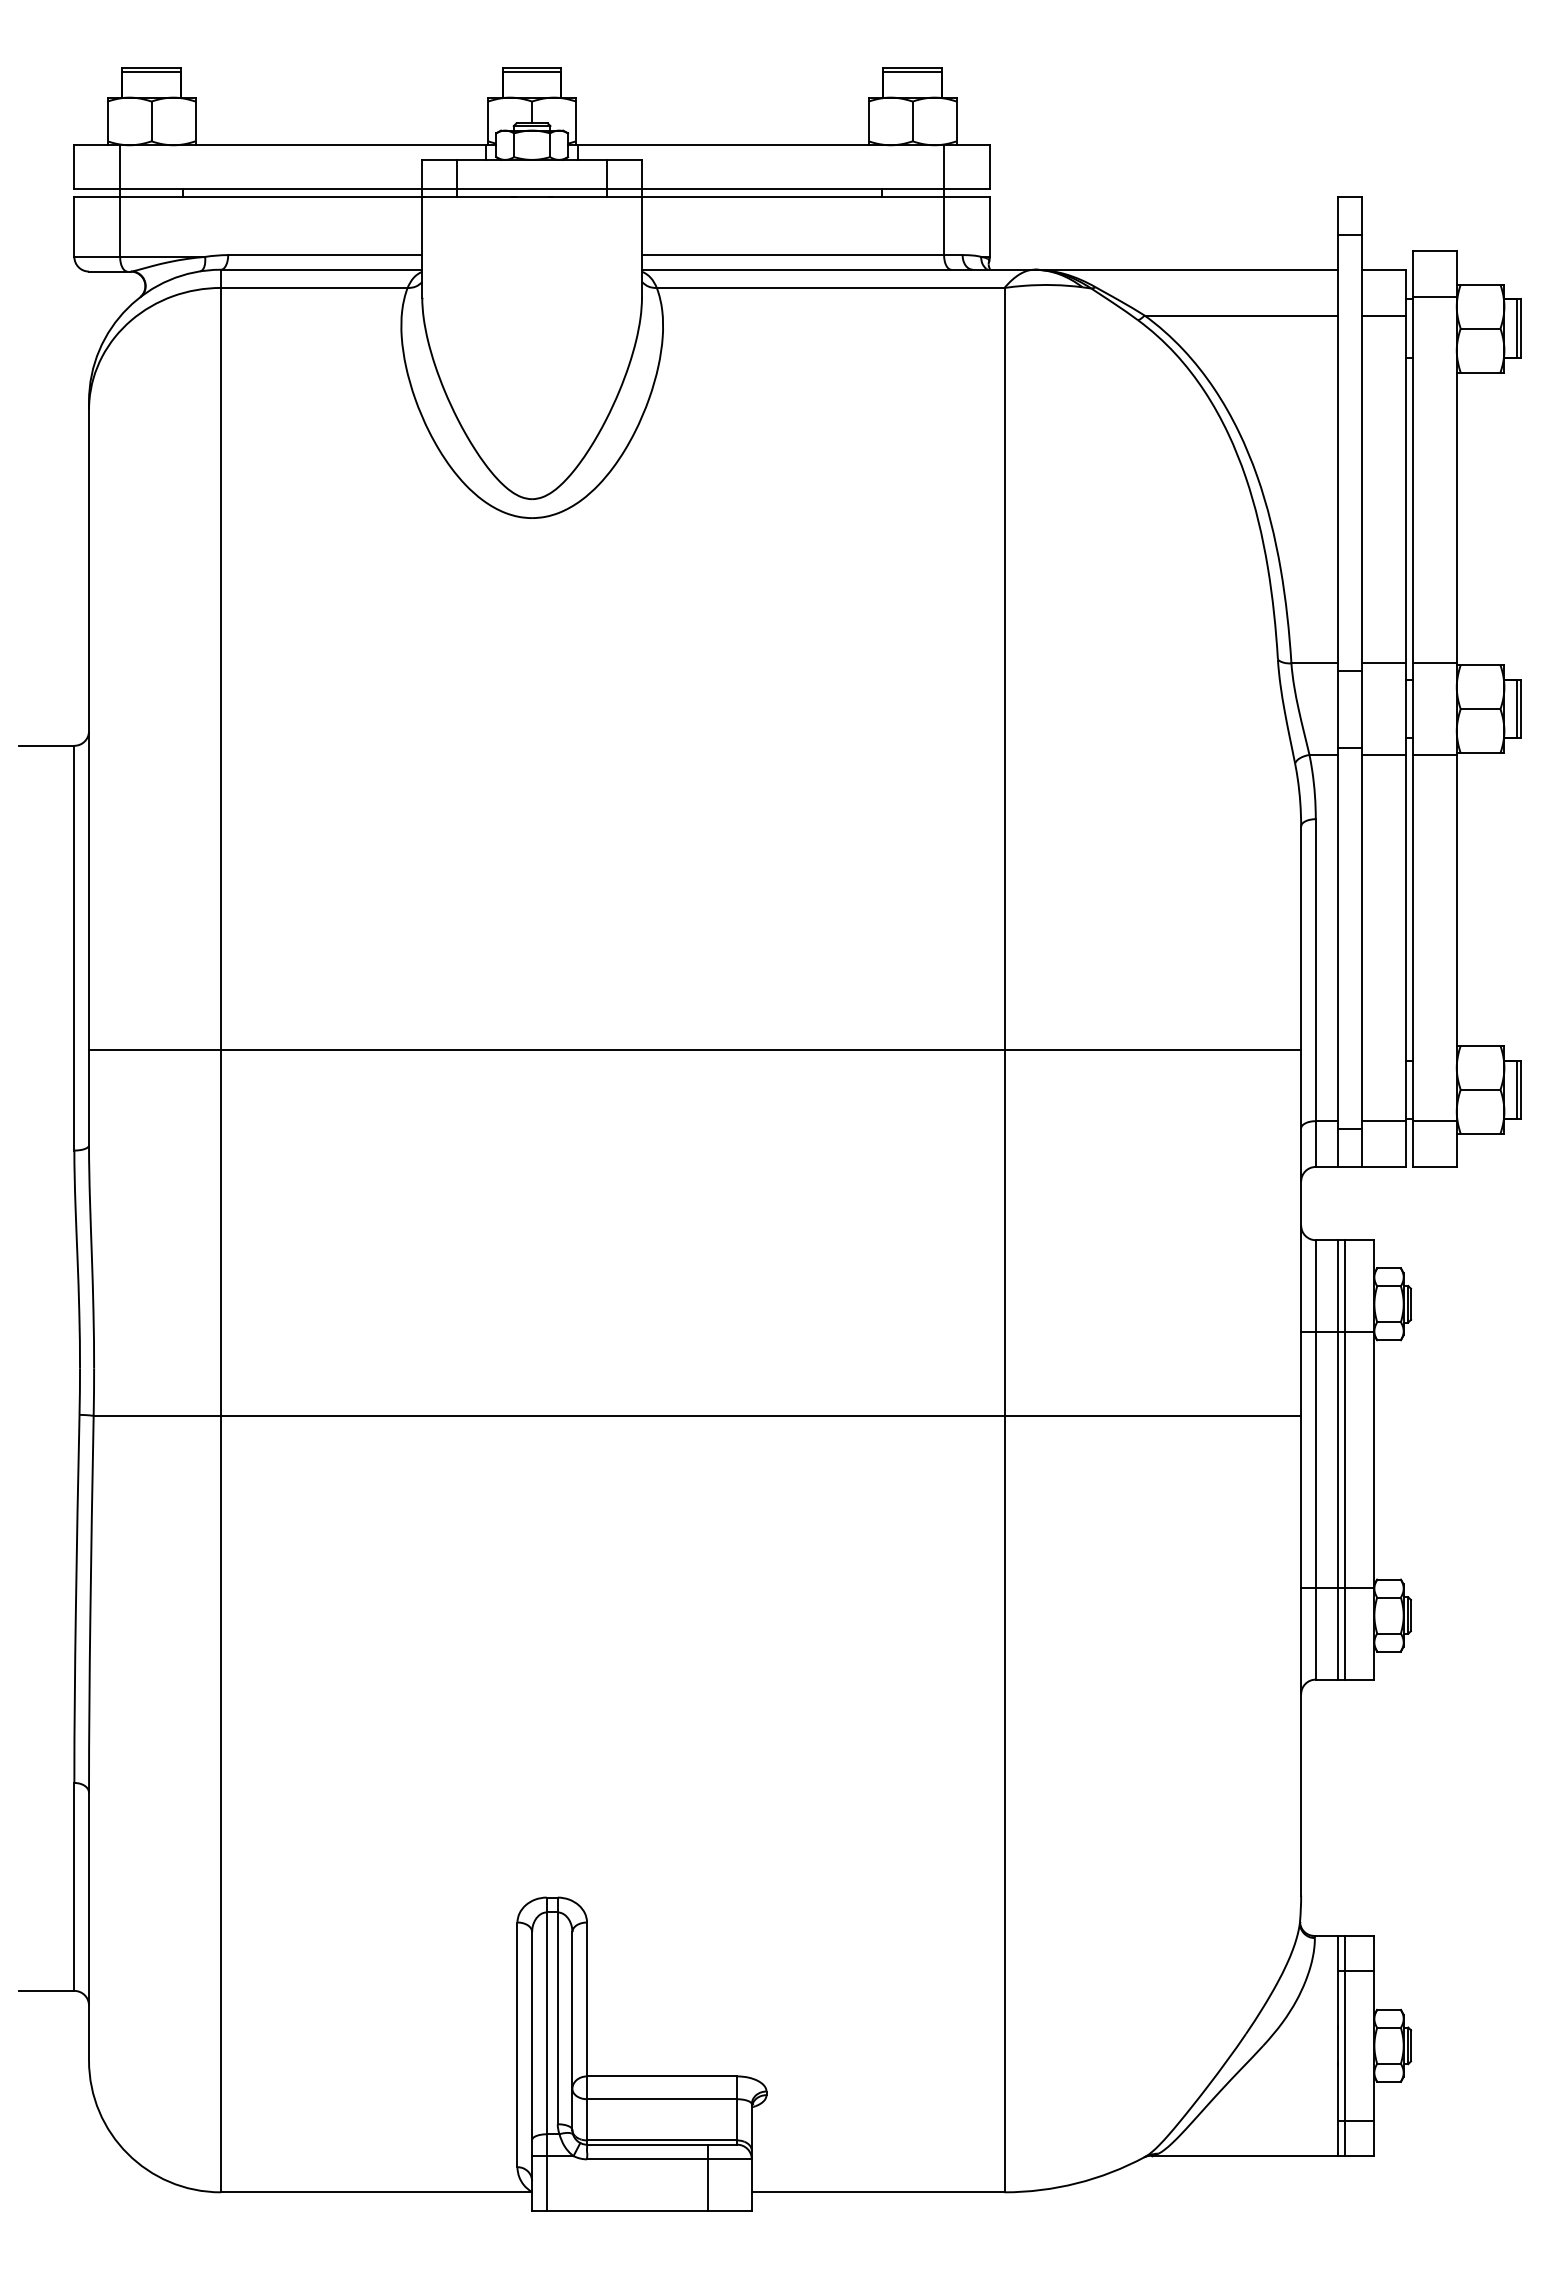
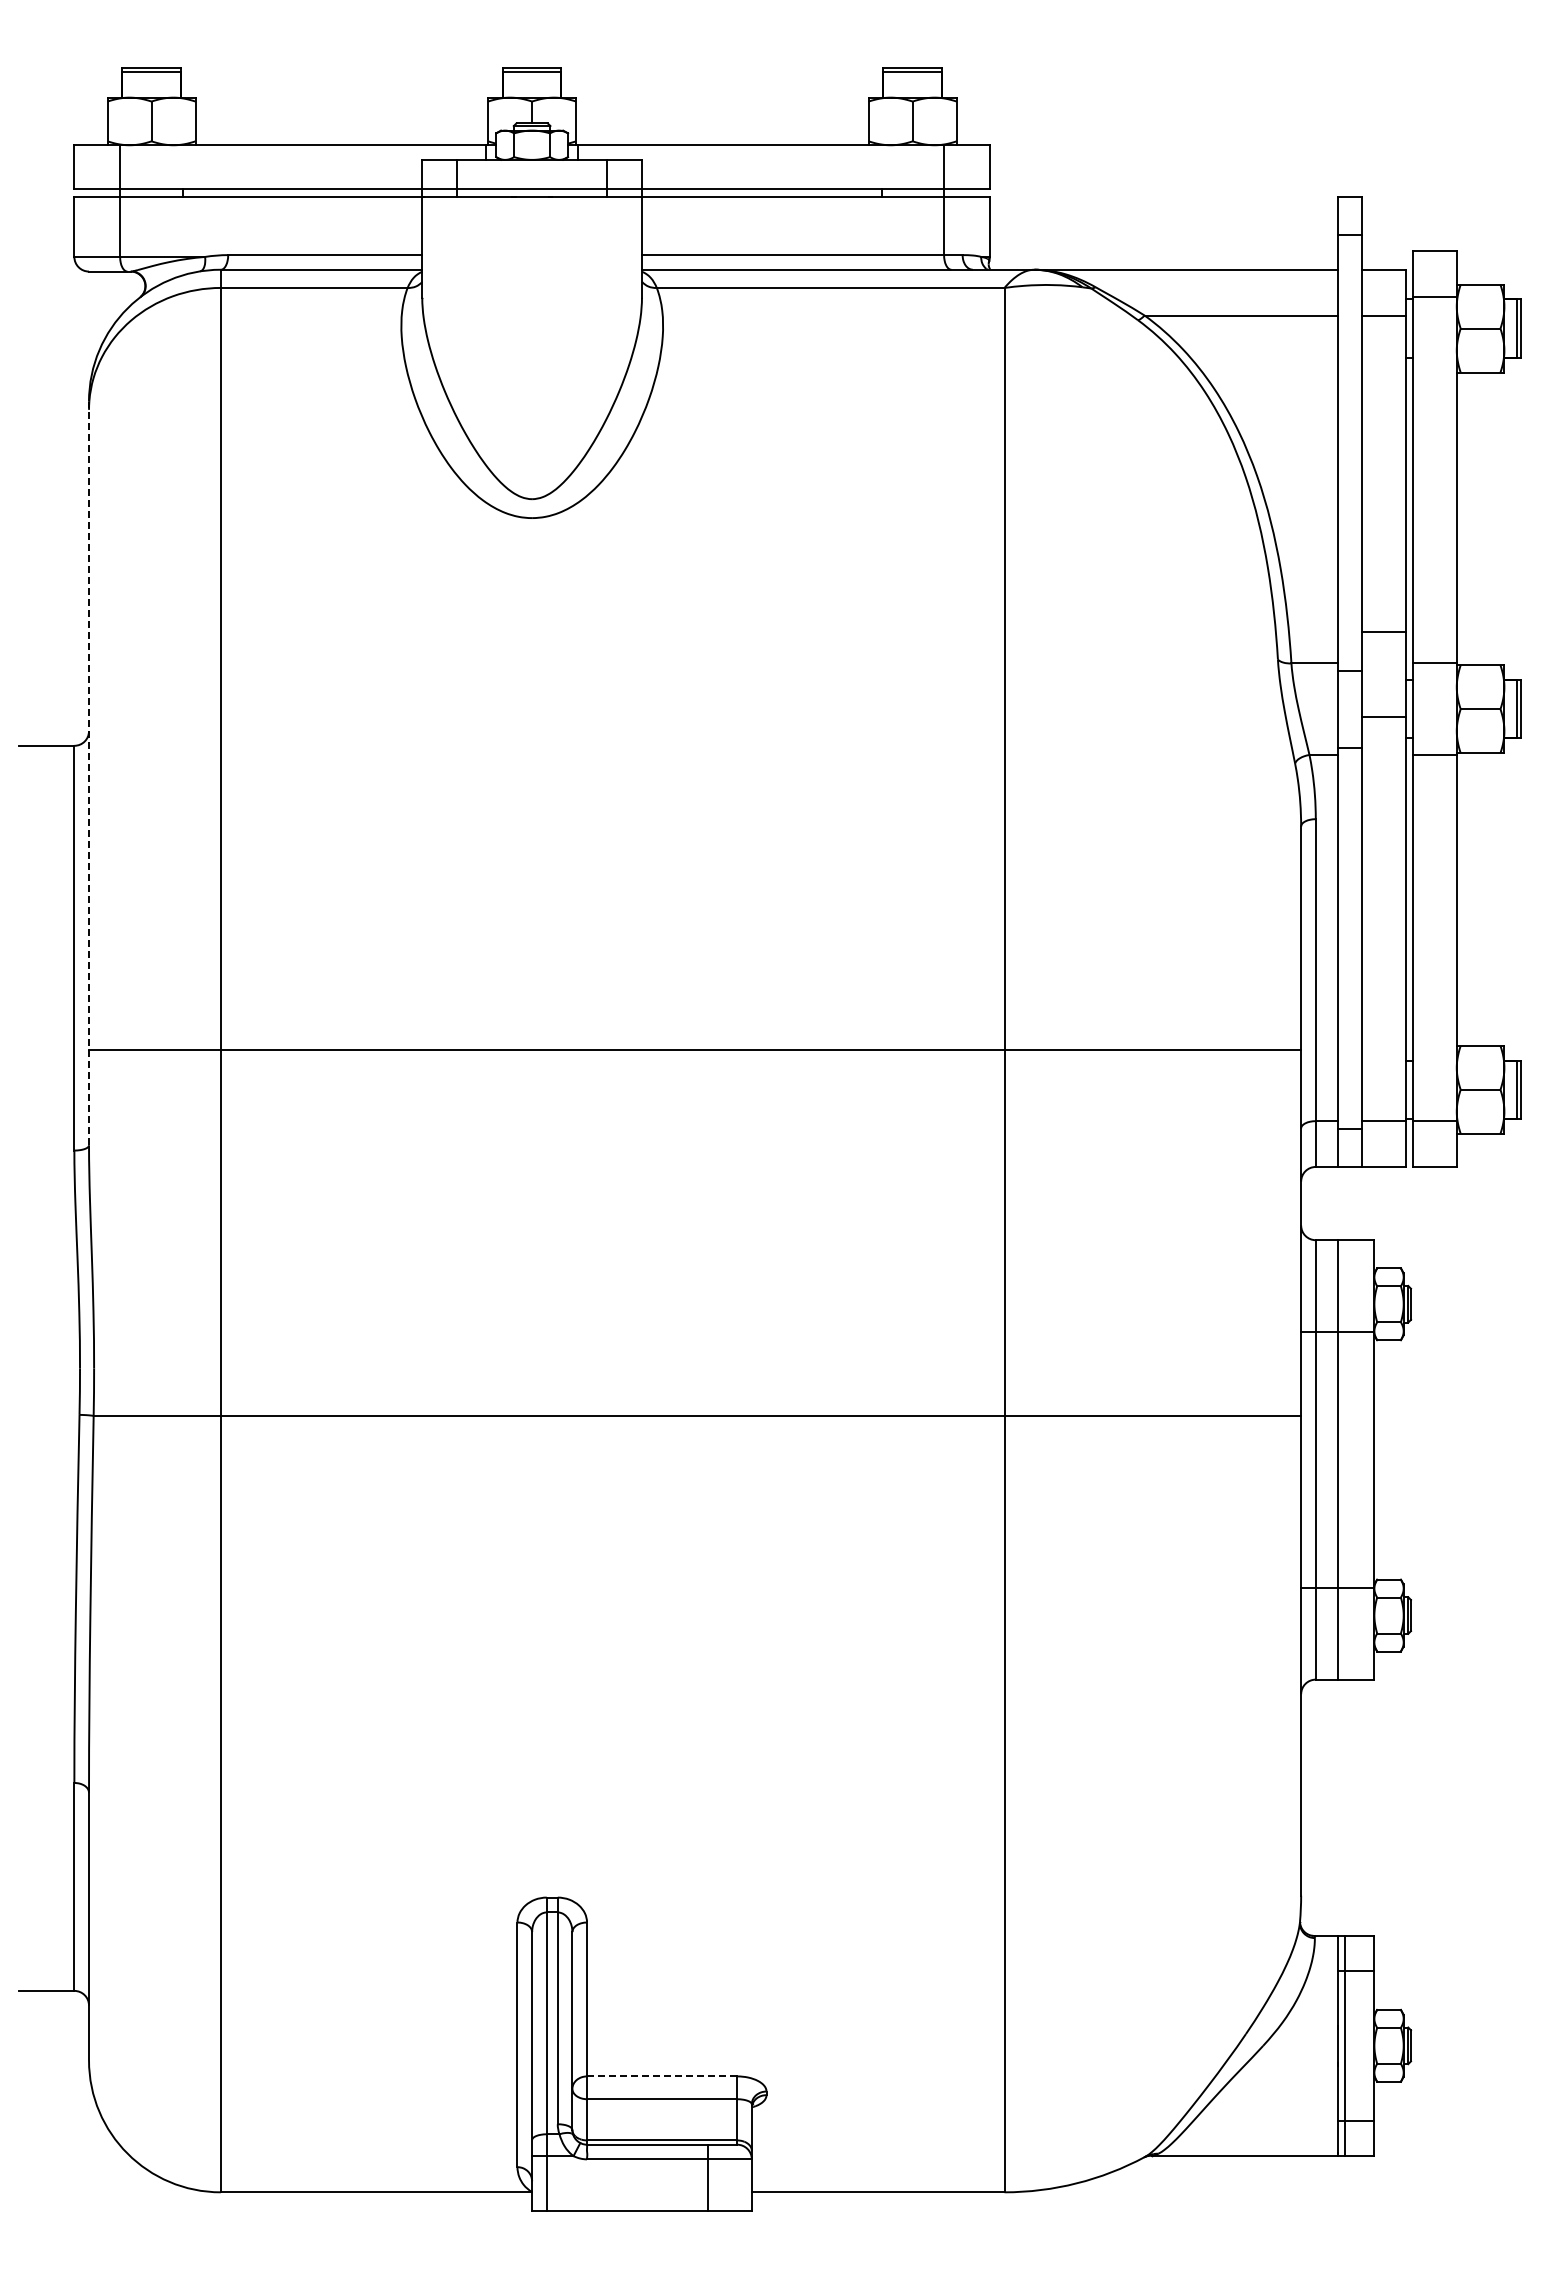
line at (1383, 663) position: (1383, 663) -> (1383, 632)
line at (1383, 754) position: (1383, 754) -> (1383, 716)
line at (89, 773): solid -> dashed
line at (1345, 1459): present -> none
line at (661, 2076): solid -> dashed
